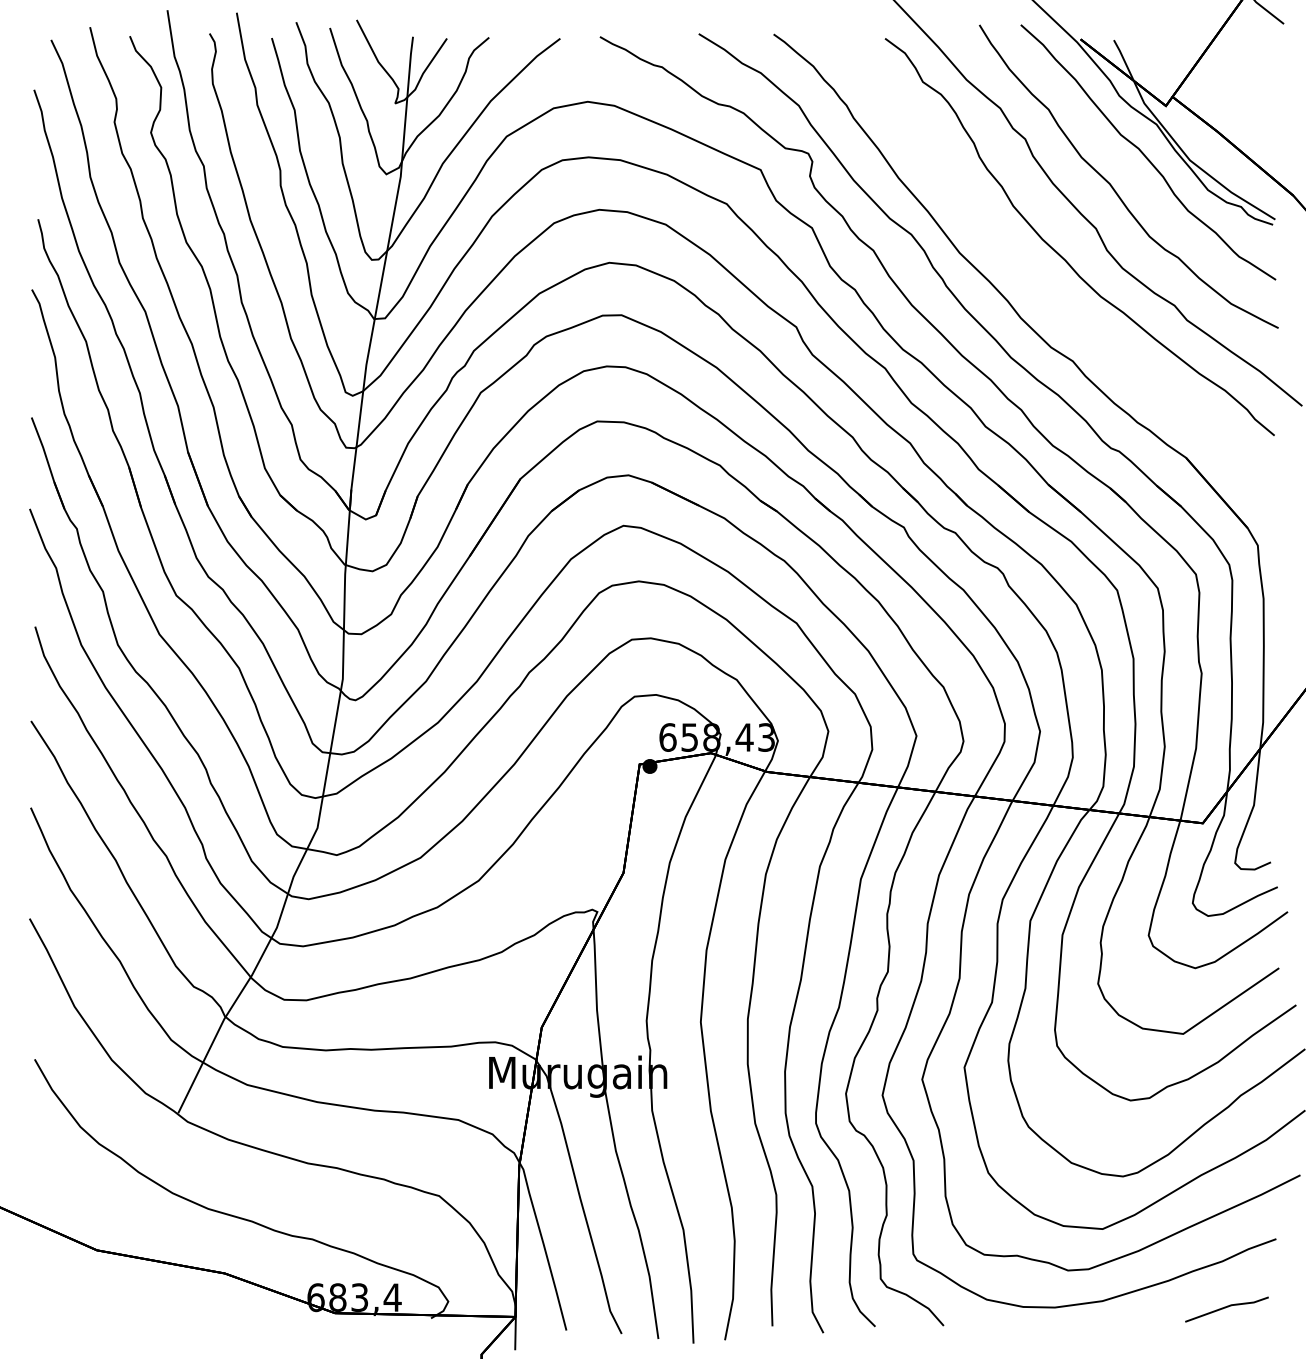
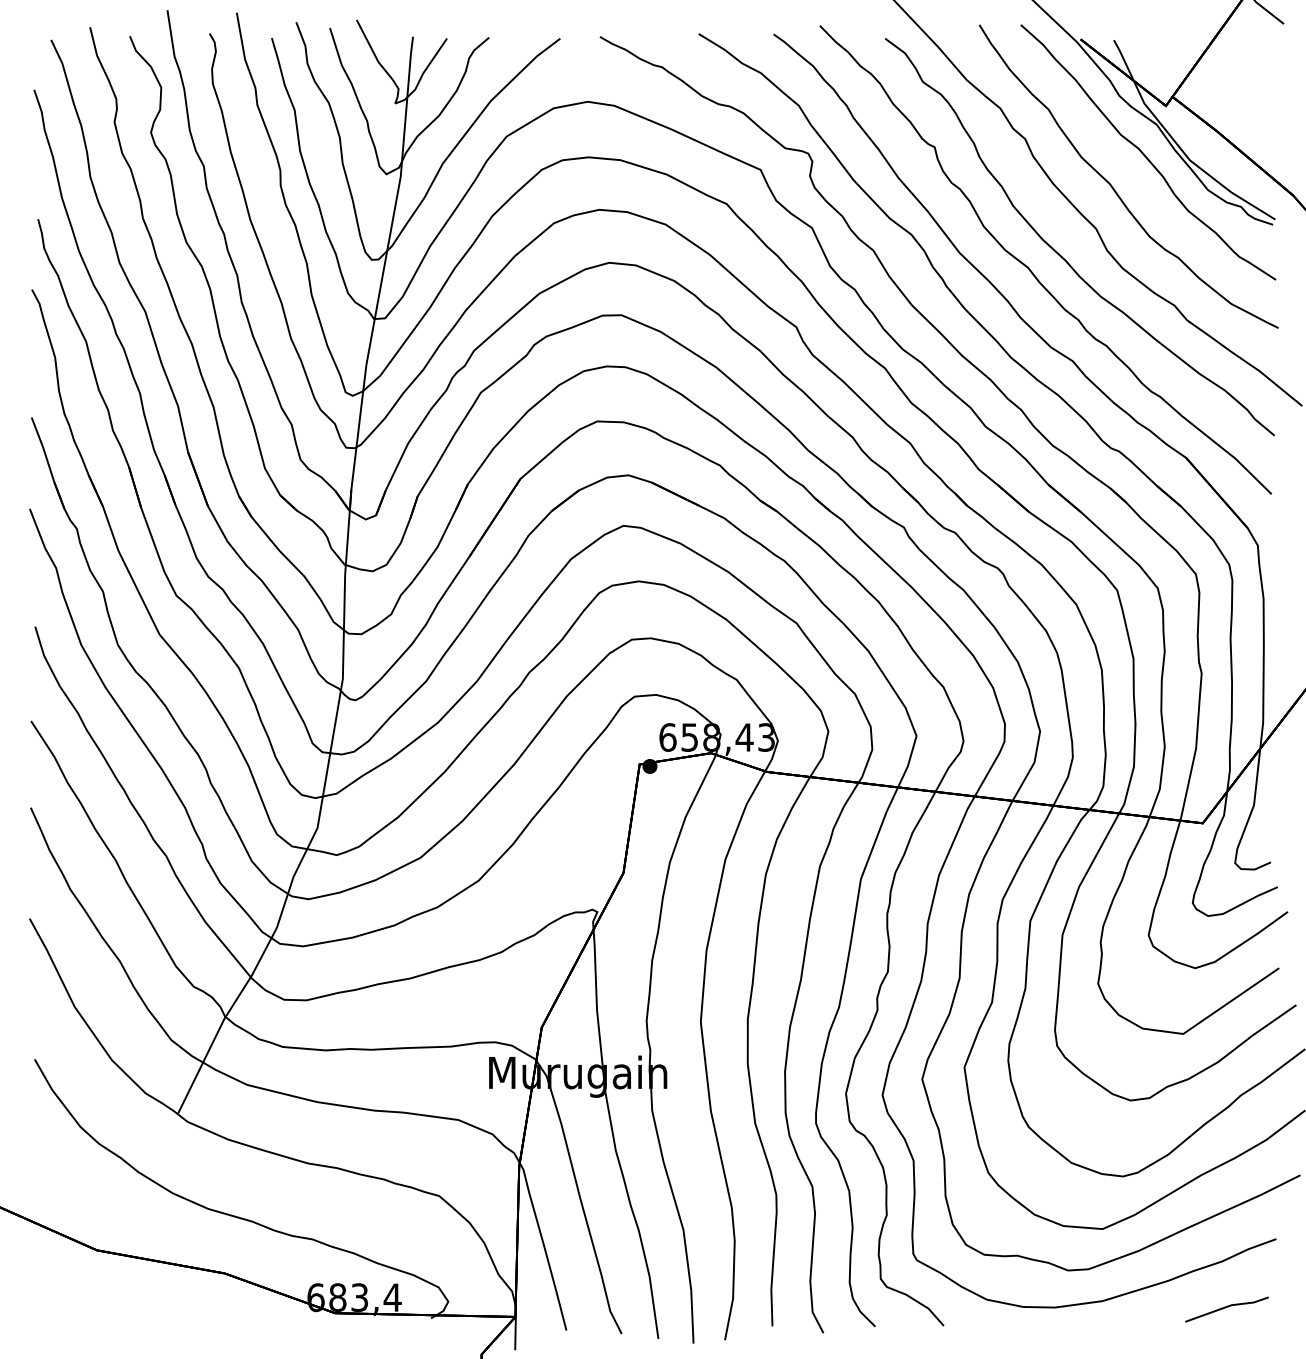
part at (1032, 271): none -> present
